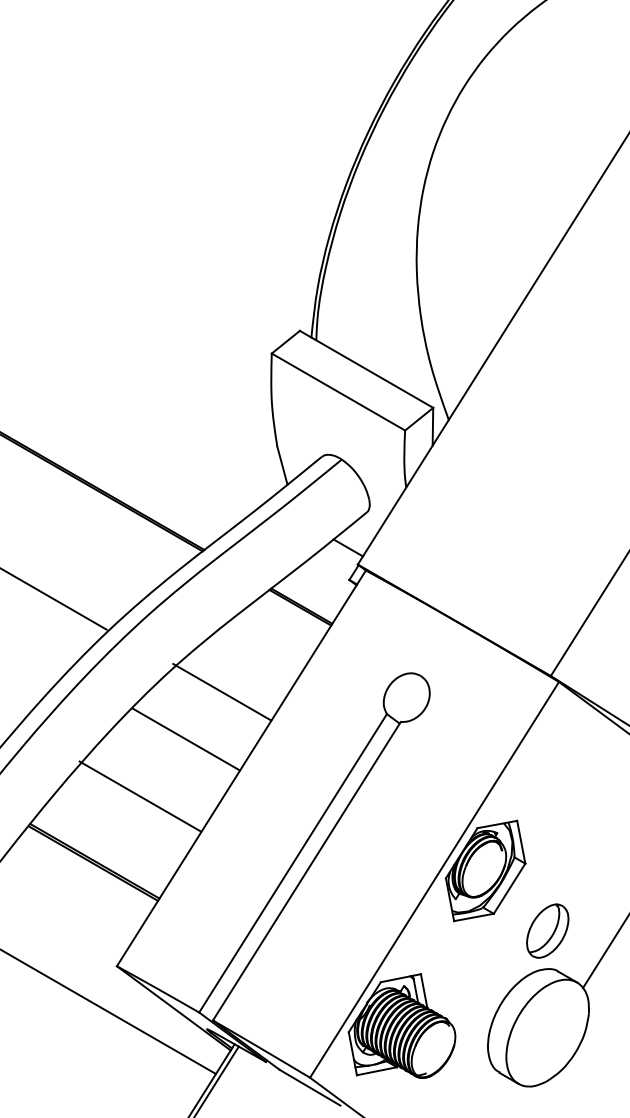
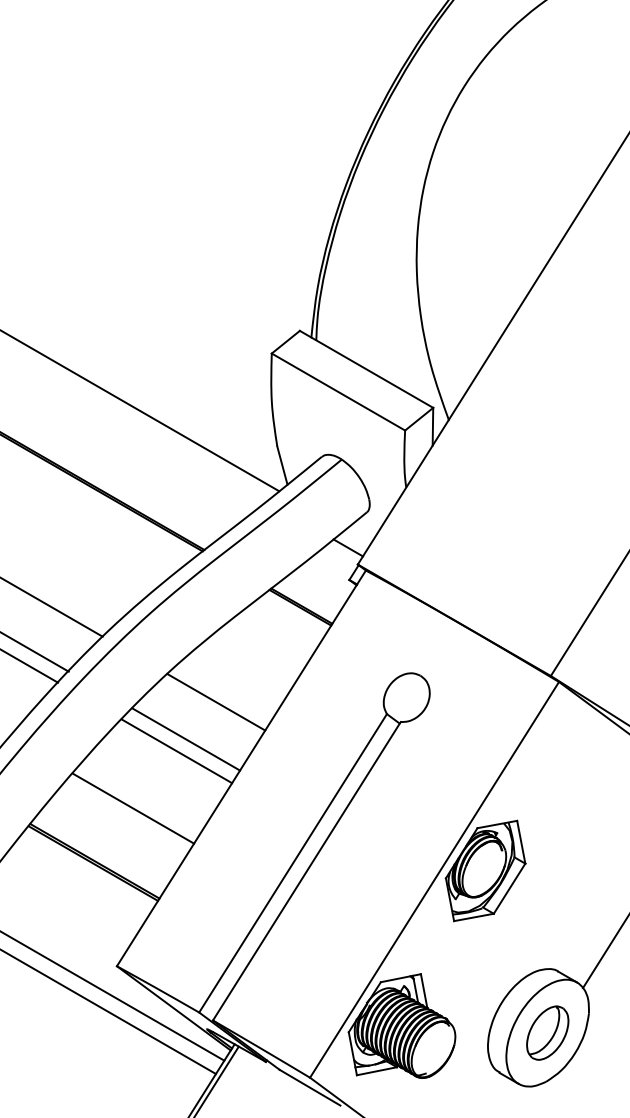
line at (140, 411): none -> present
line at (54, 599) position: (54, 599) -> (52, 607)
line at (35, 652): none -> present
line at (30, 666): none -> present
line at (222, 691) position: (222, 691) -> (216, 701)
line at (176, 751): none -> present
line at (140, 796) position: (140, 796) -> (133, 808)
part at (547, 930) position: (547, 930) -> (547, 1032)
line at (113, 996): none -> present
